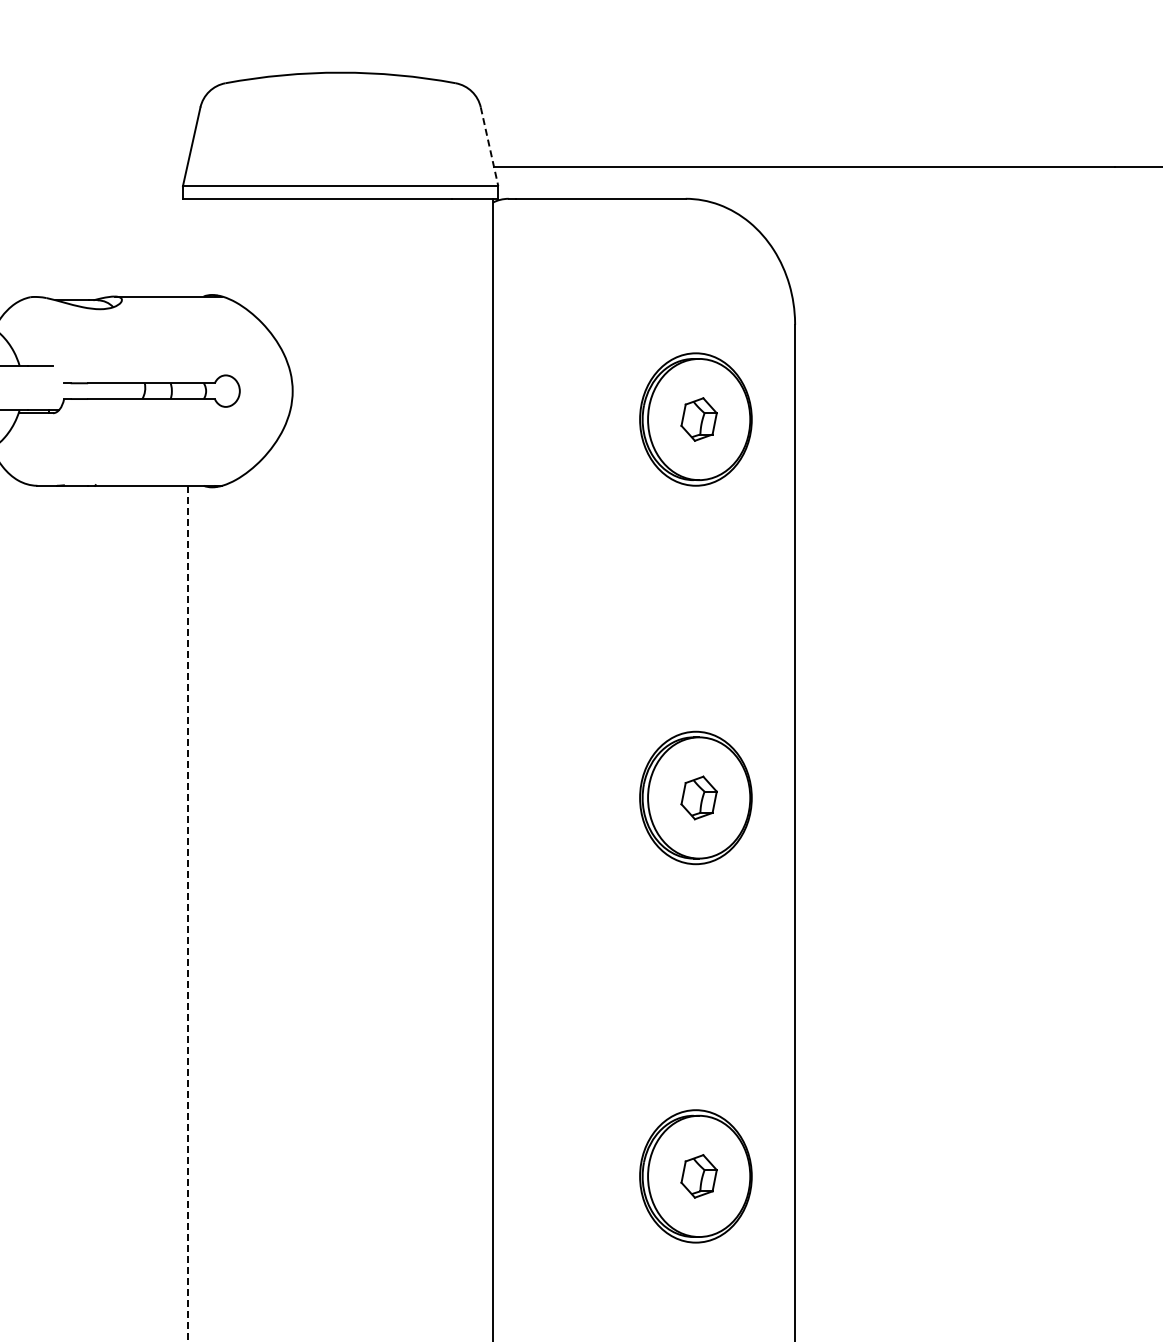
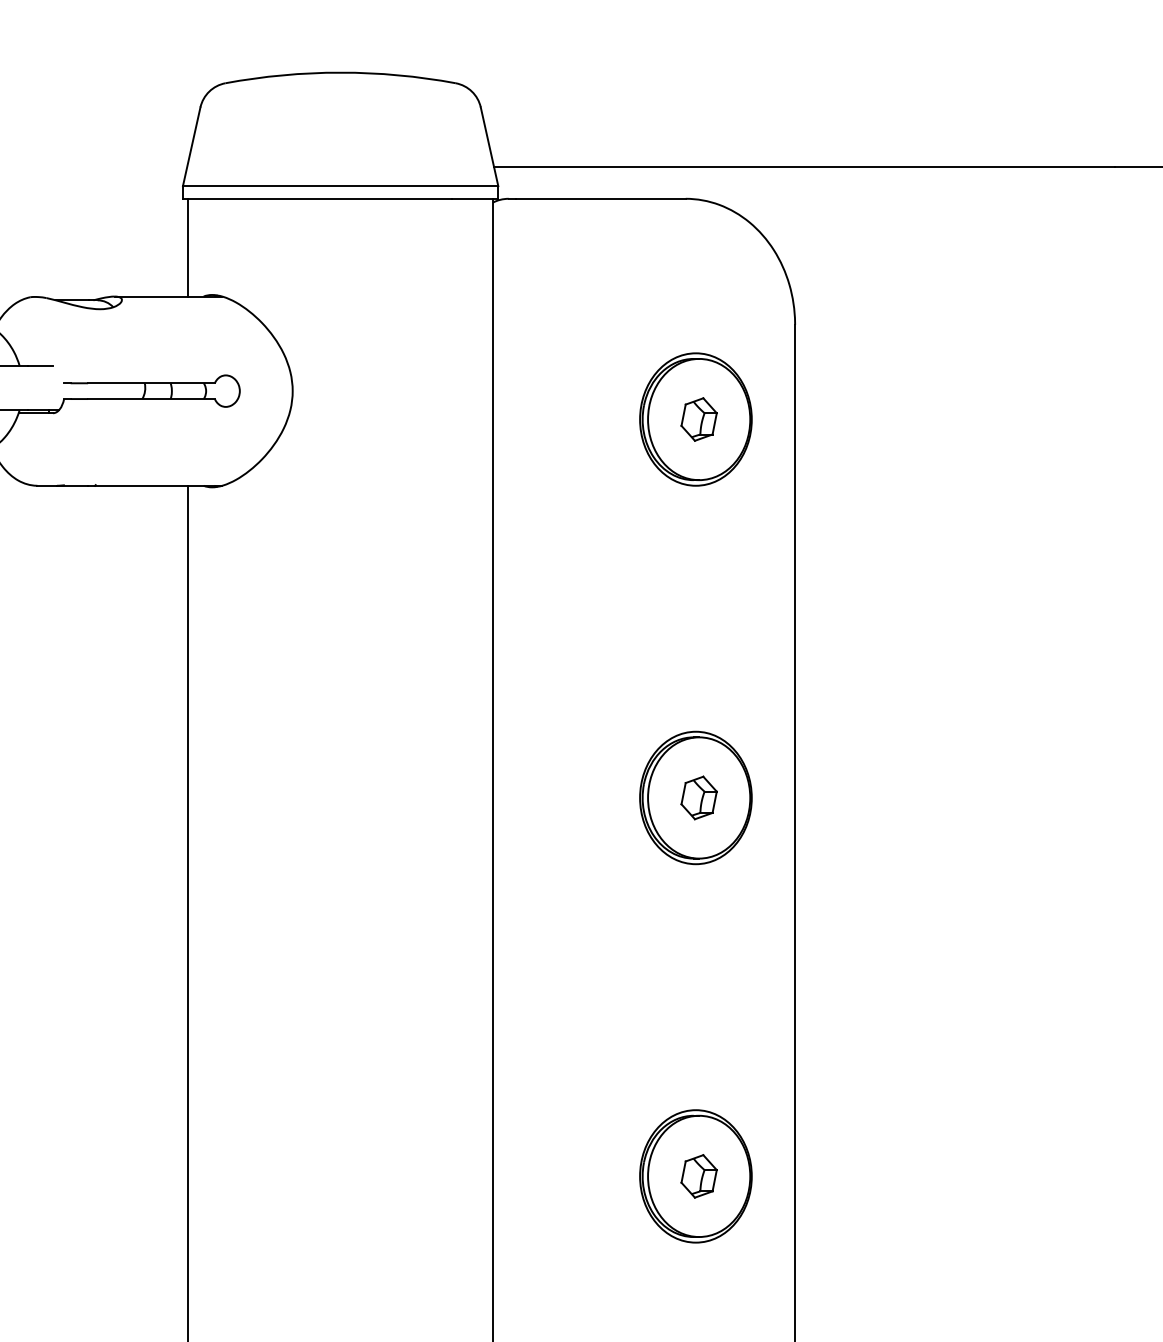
line at (489, 147): dashed -> solid
line at (188, 247): none -> present
line at (188, 913): dashed -> solid
